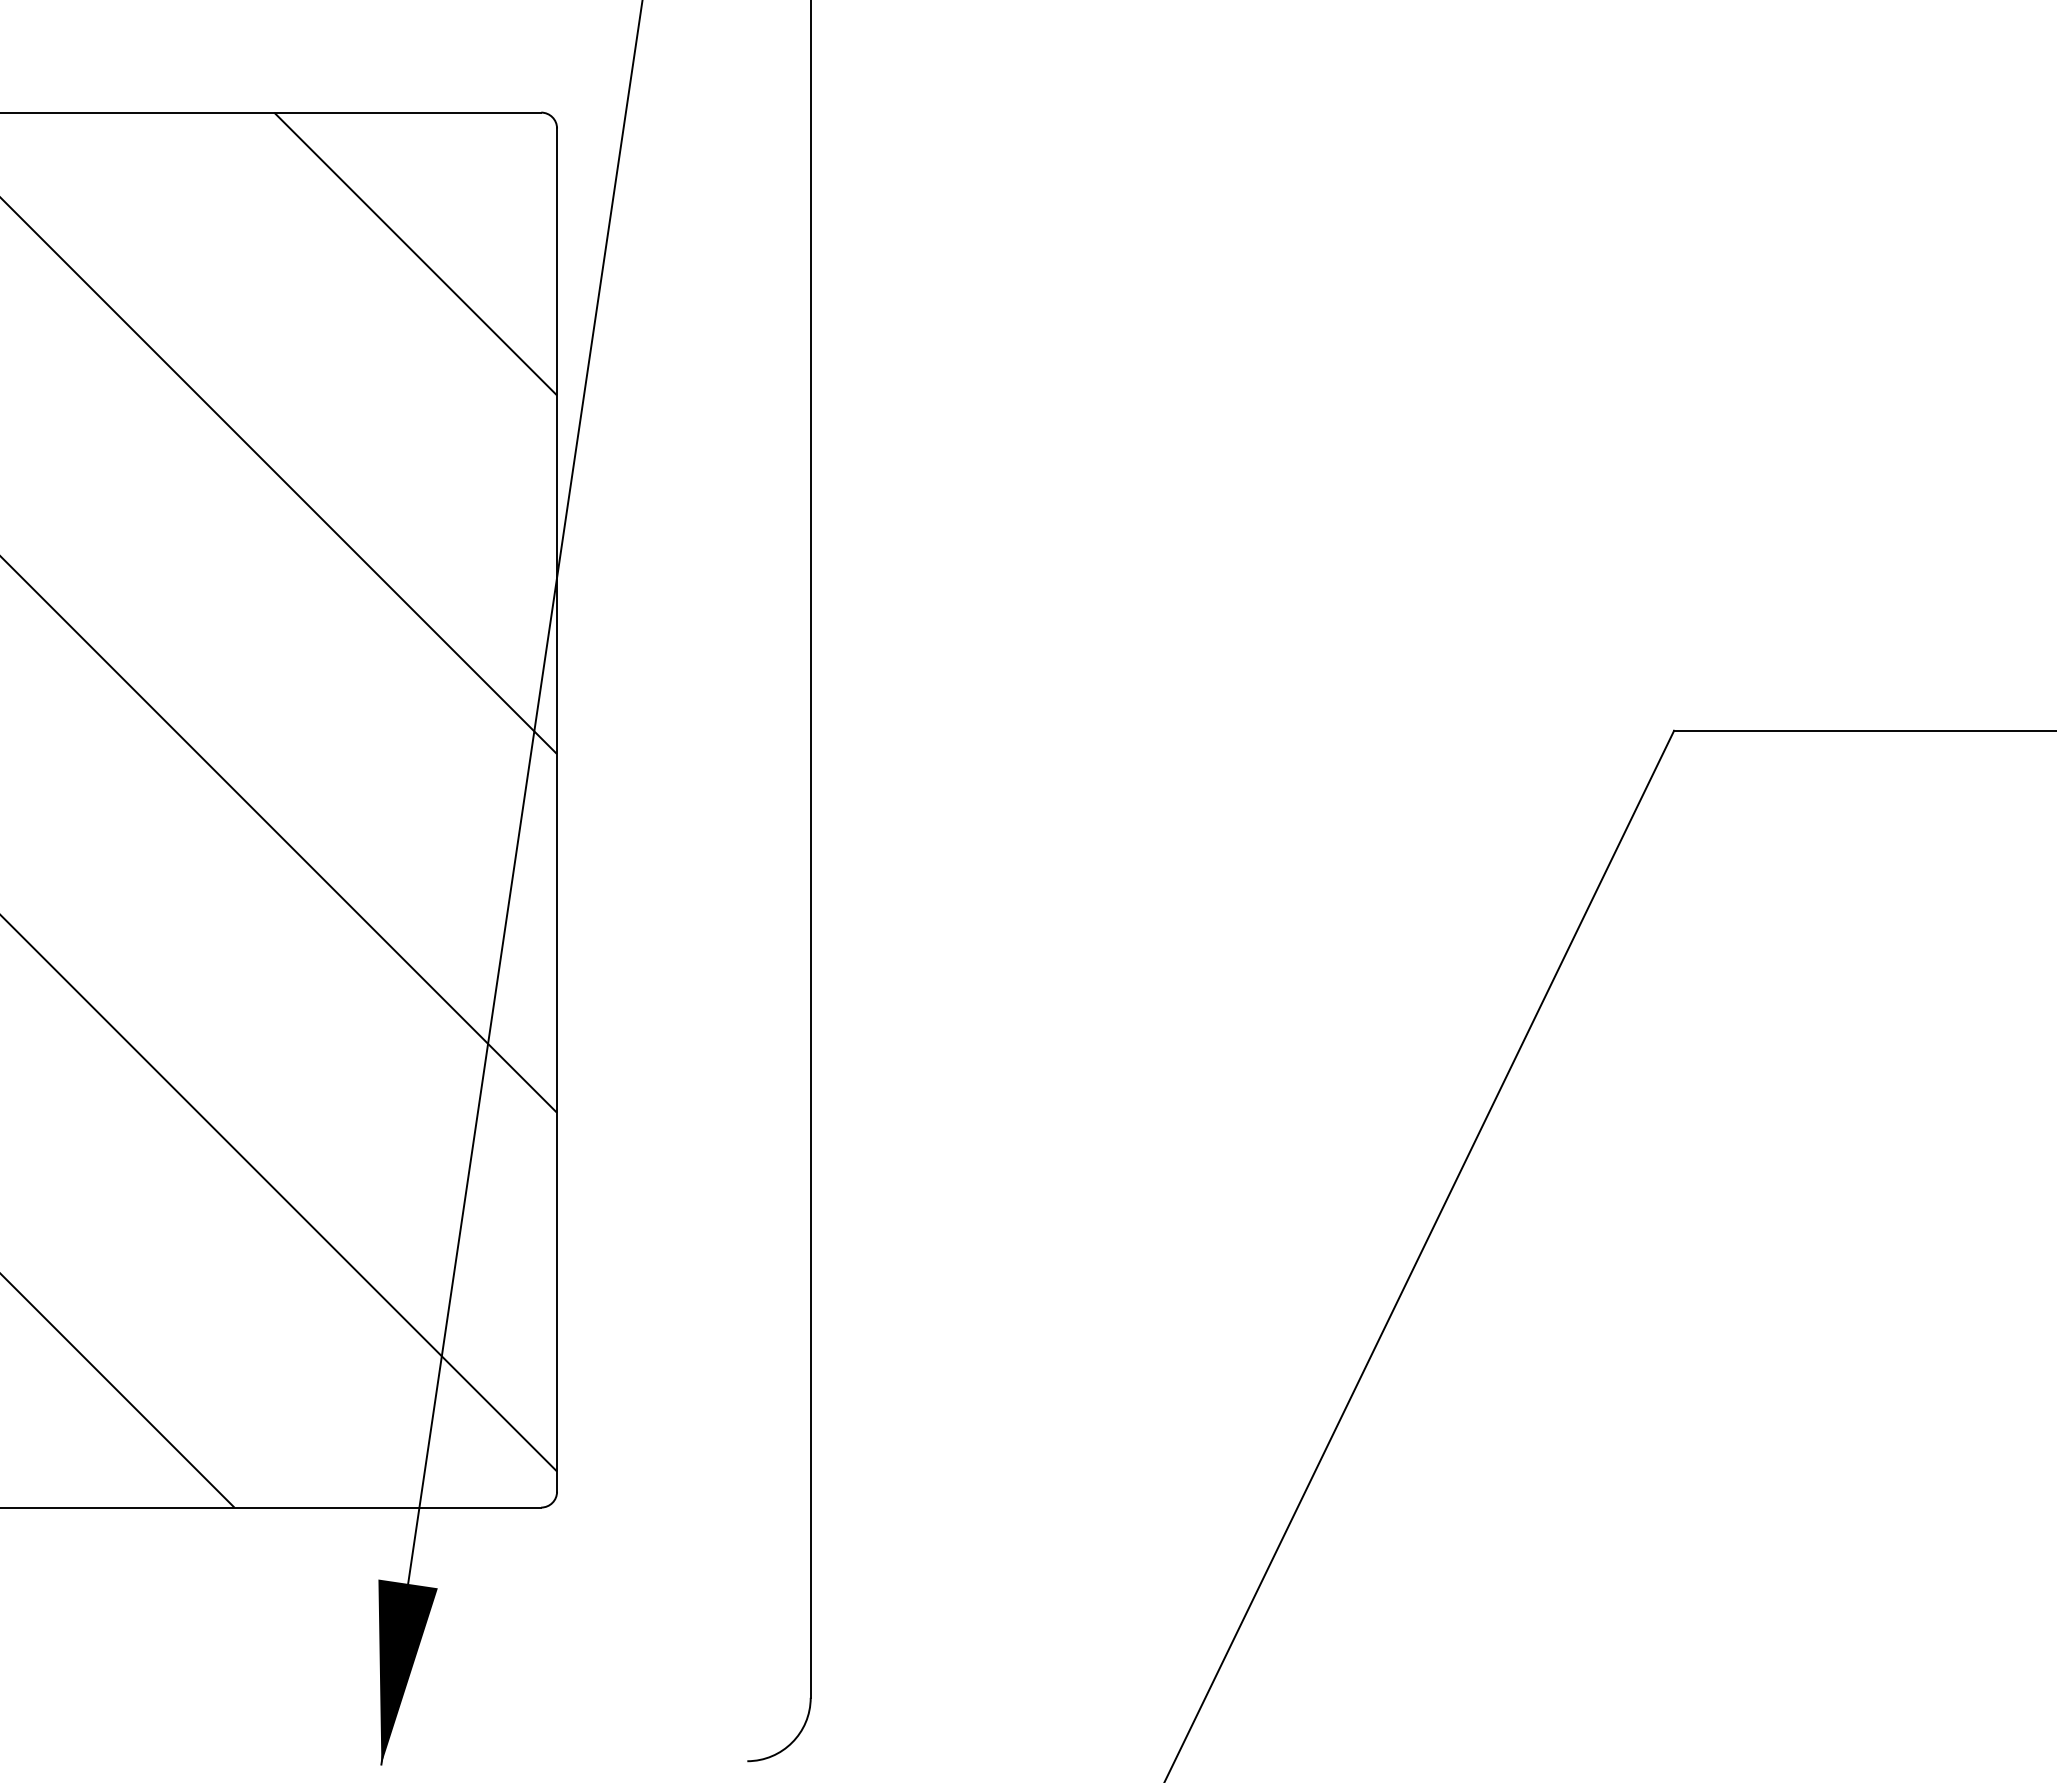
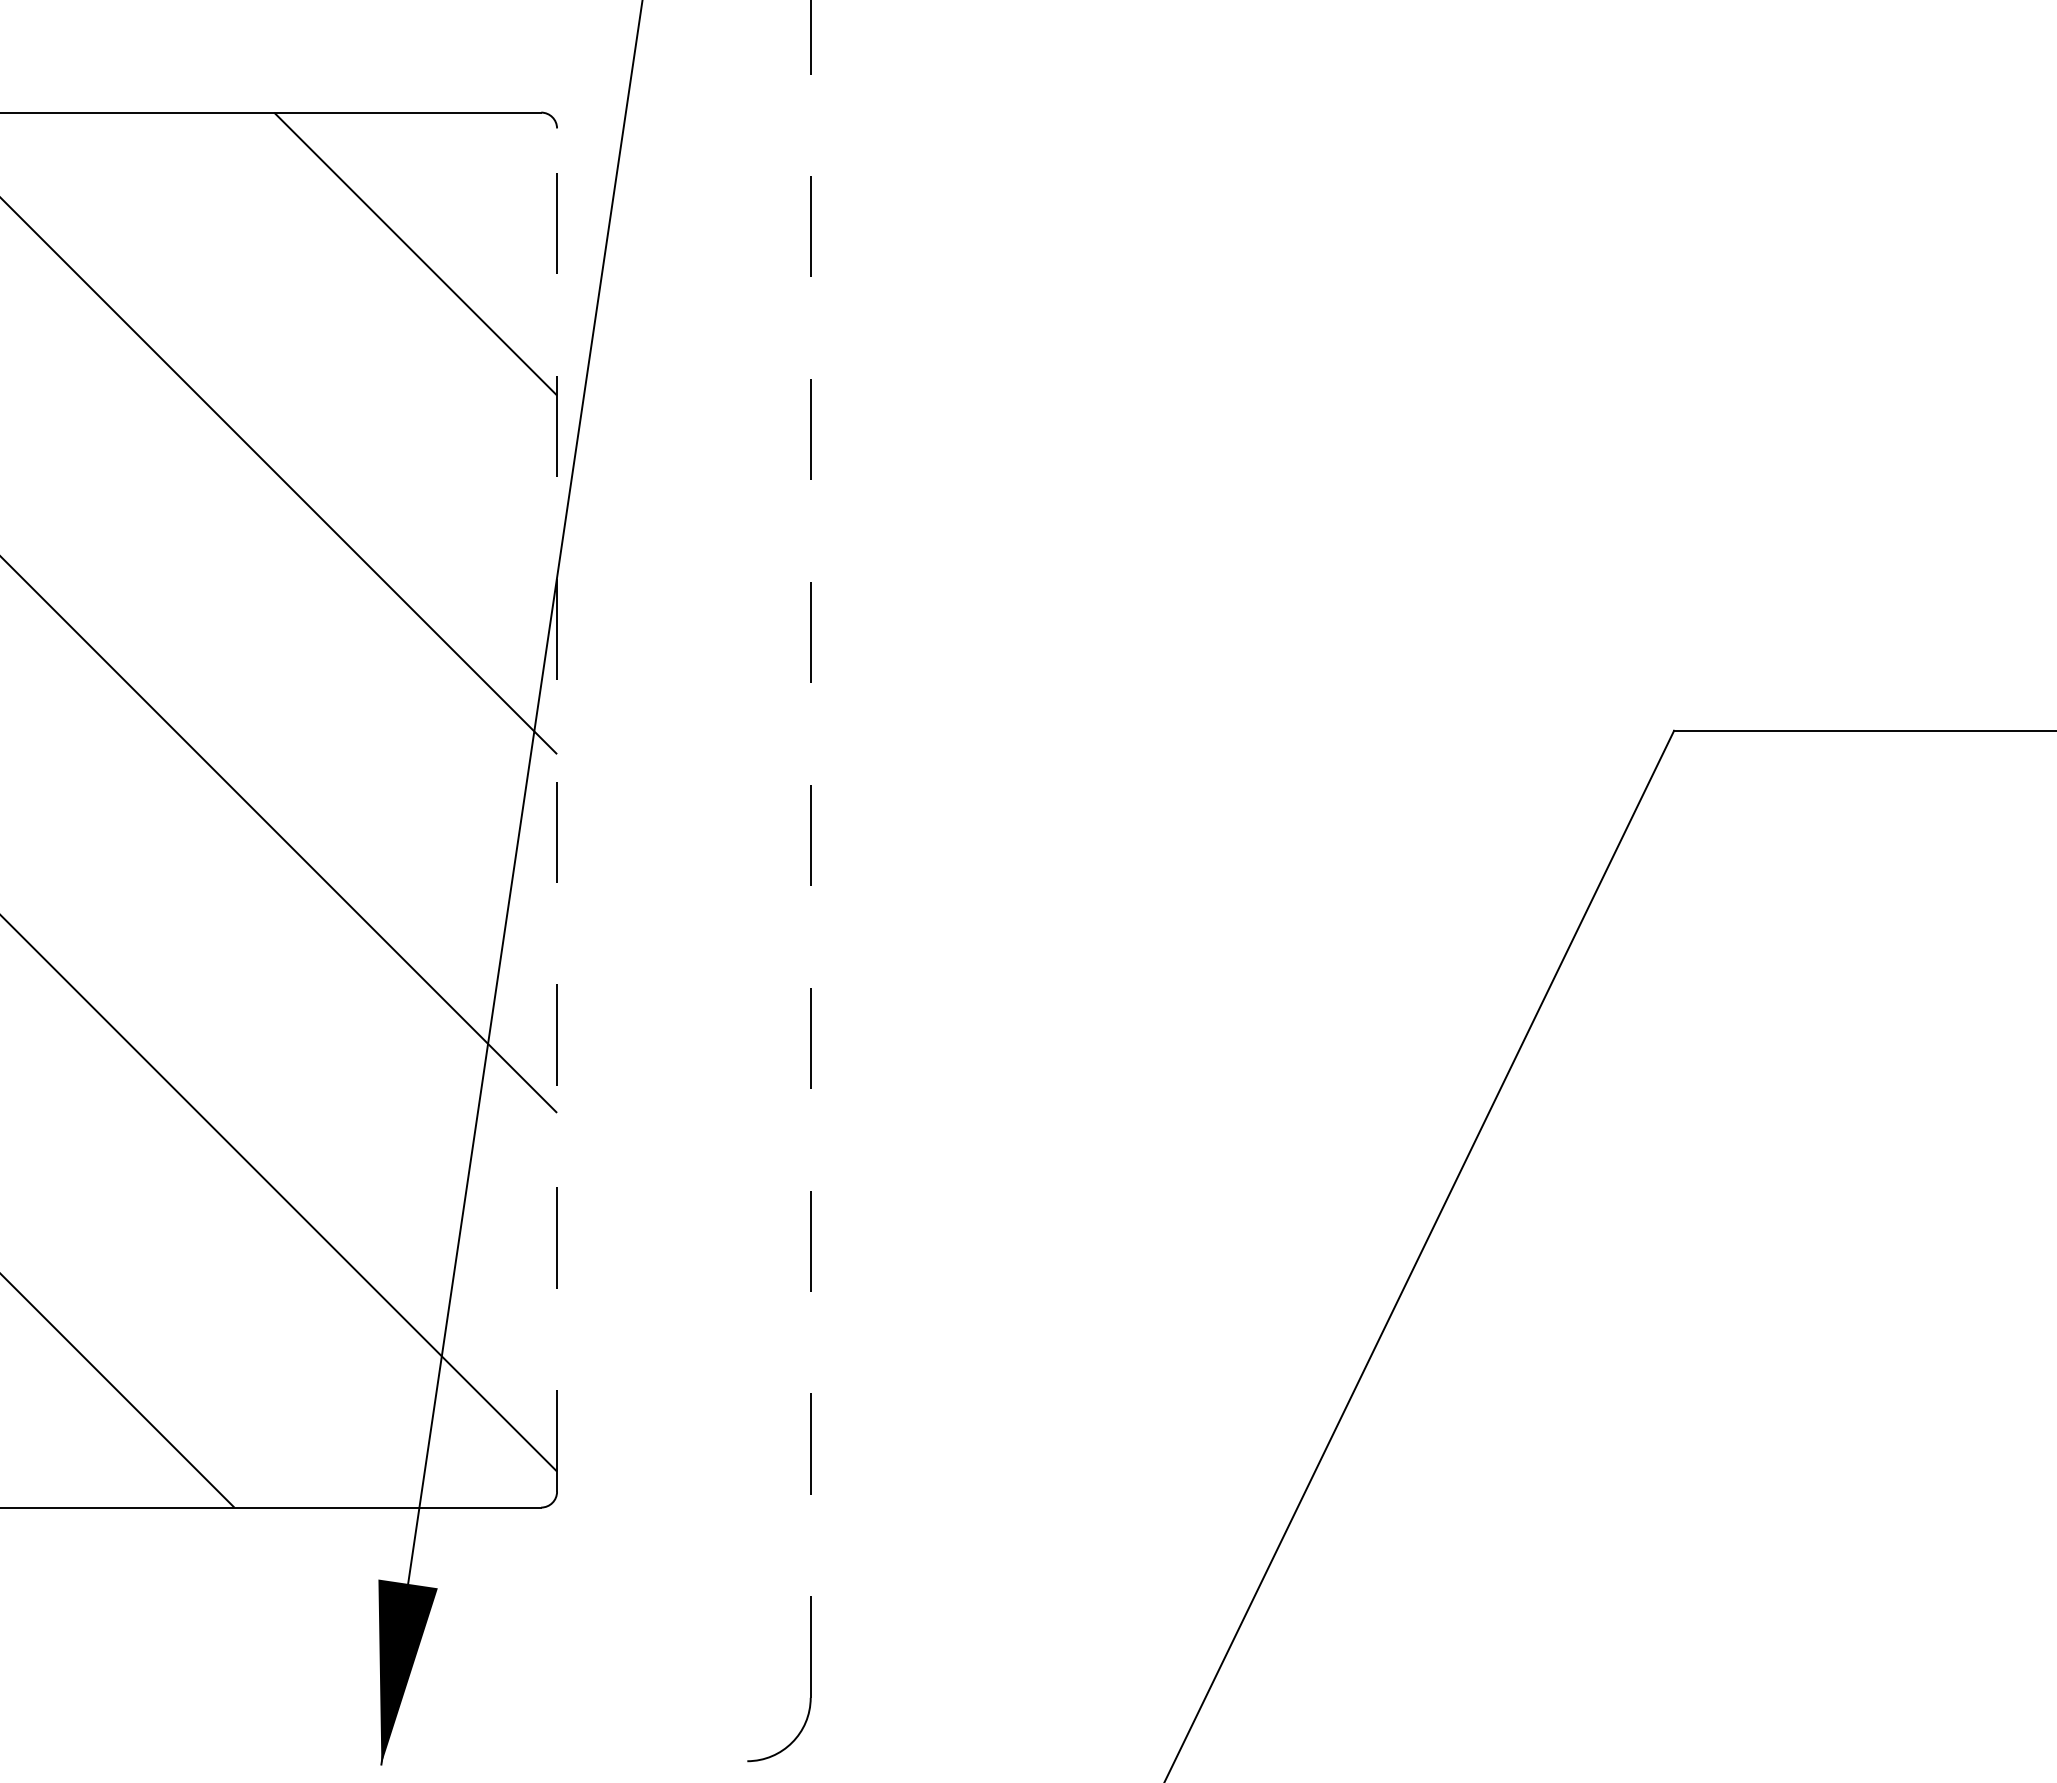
line at (557, 810): solid -> dashed
line at (810, 849): solid -> dashed
